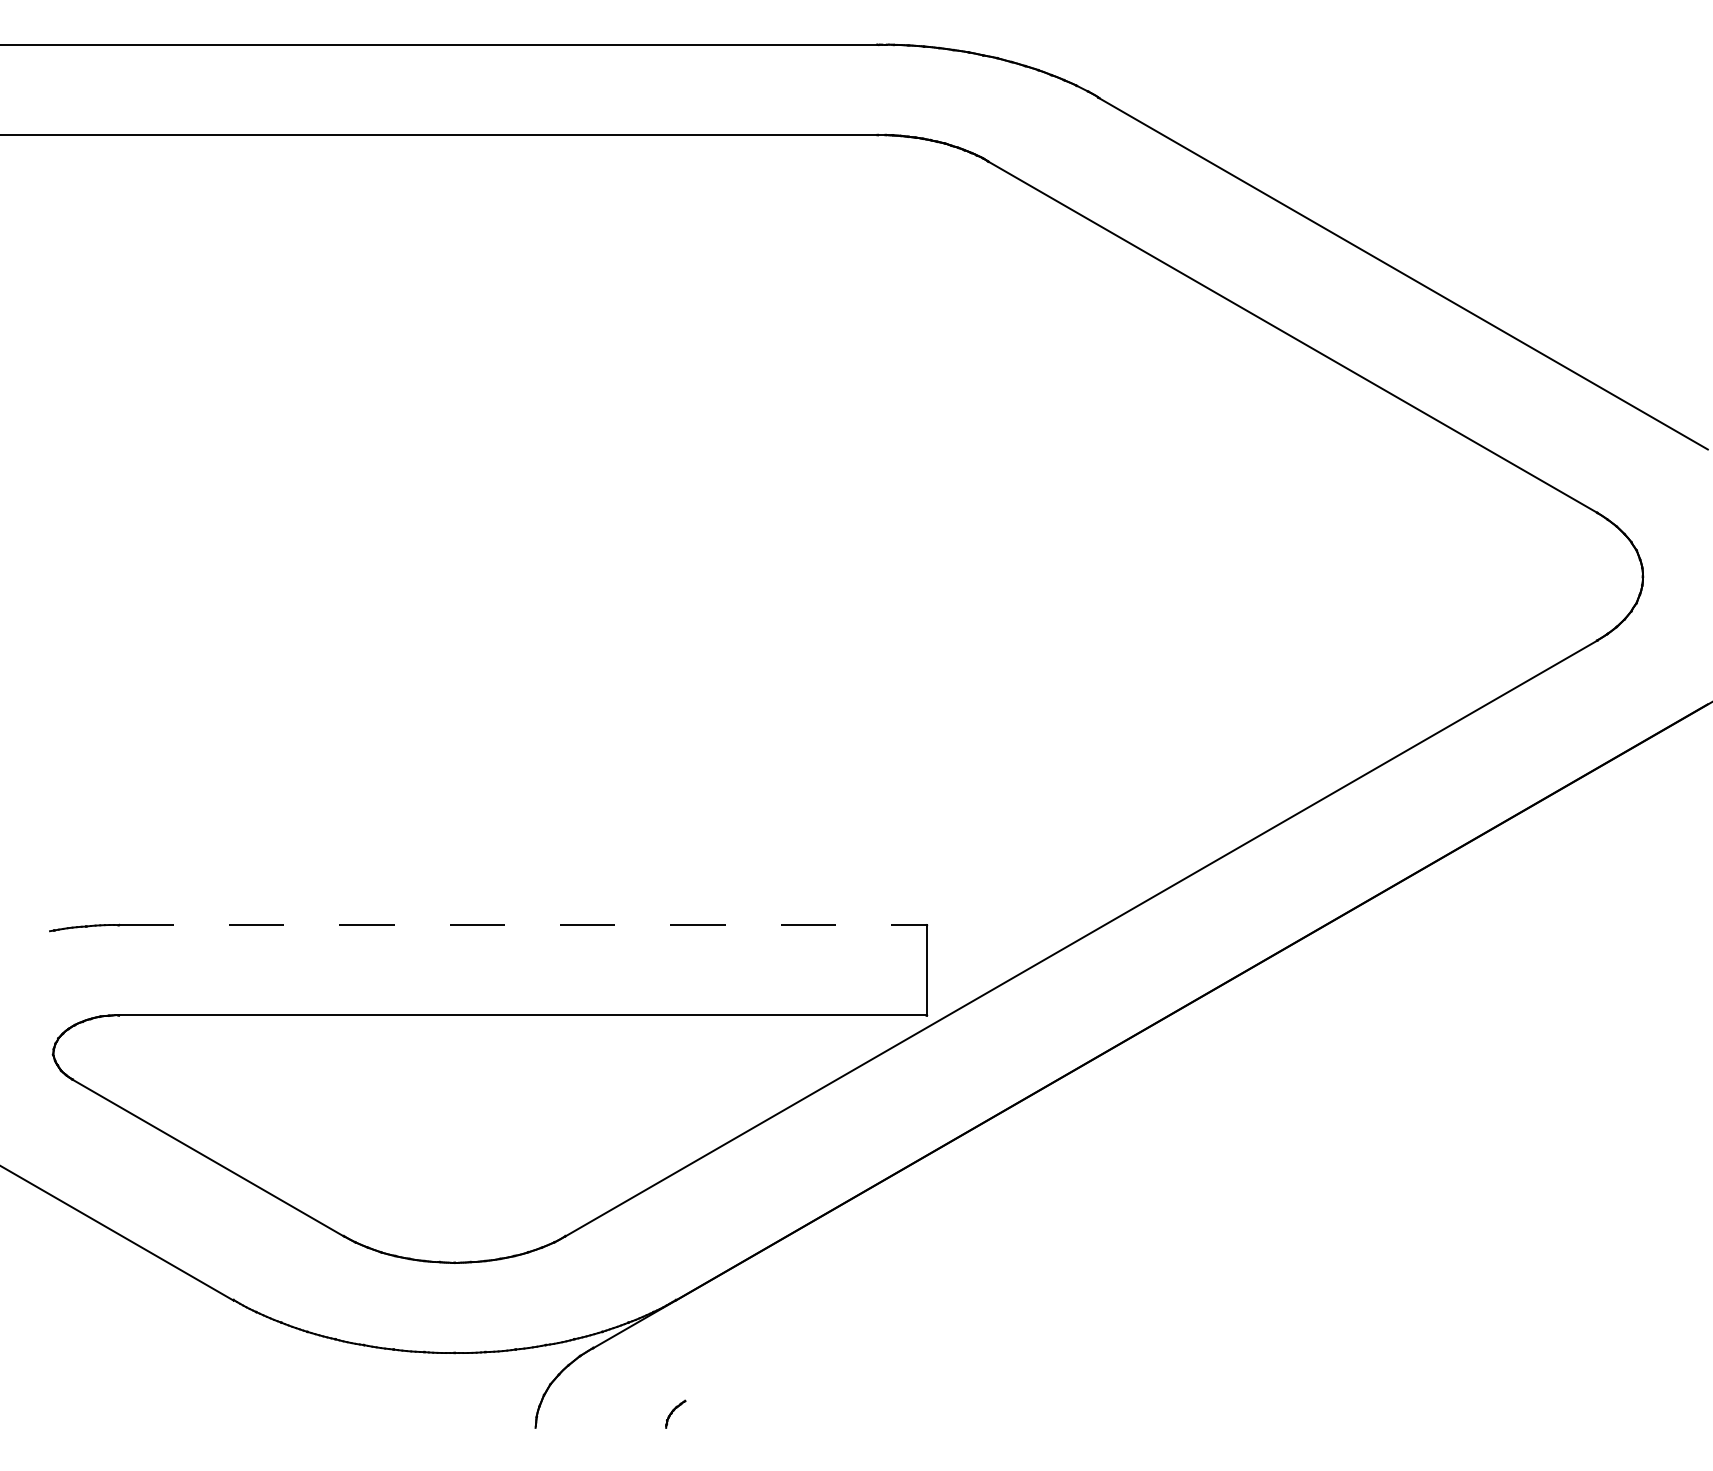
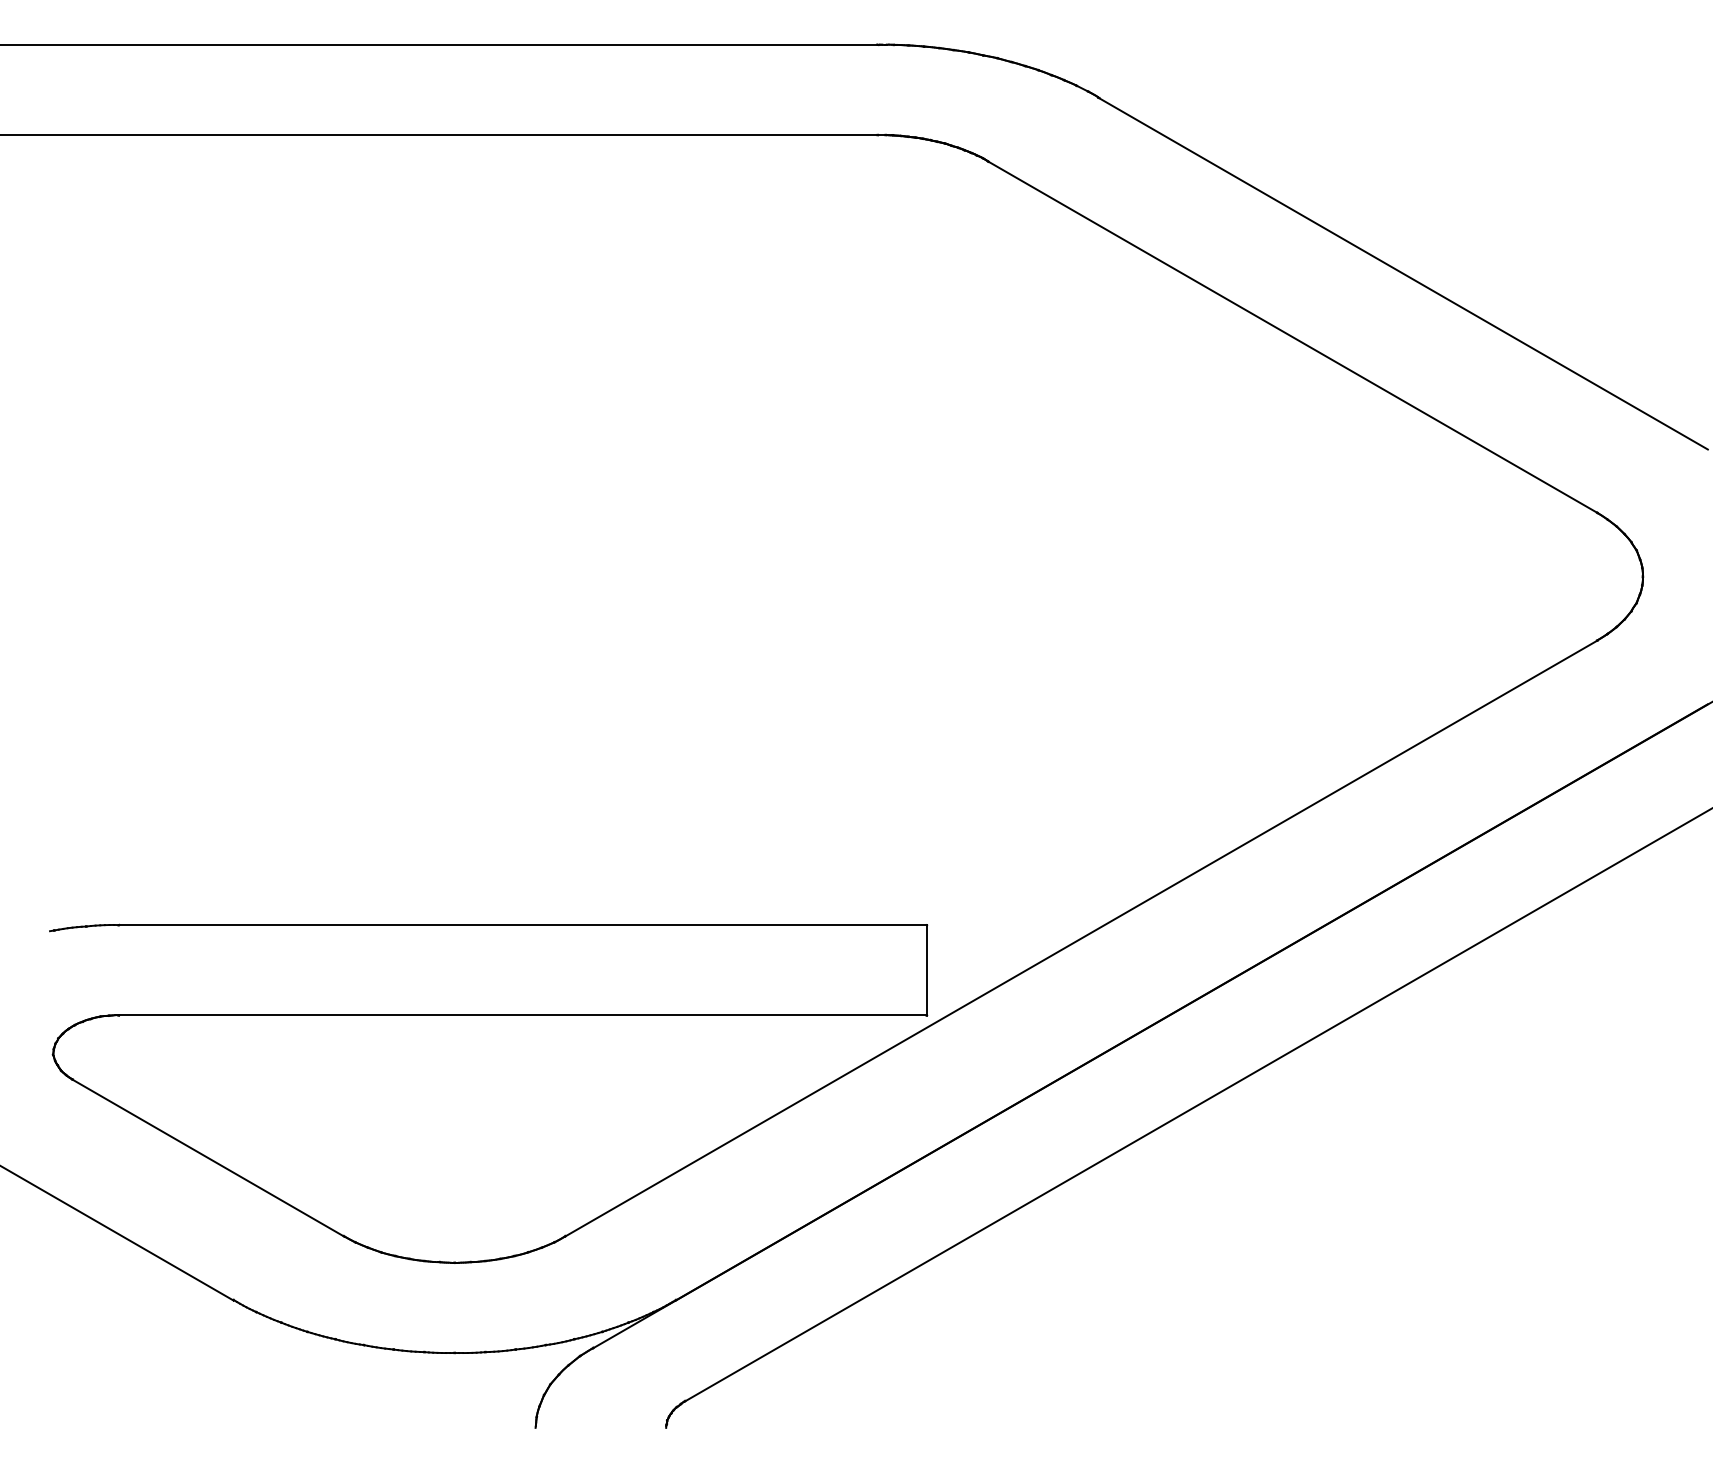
line at (522, 925): dashed -> solid
line at (1196, 1105): none -> present
